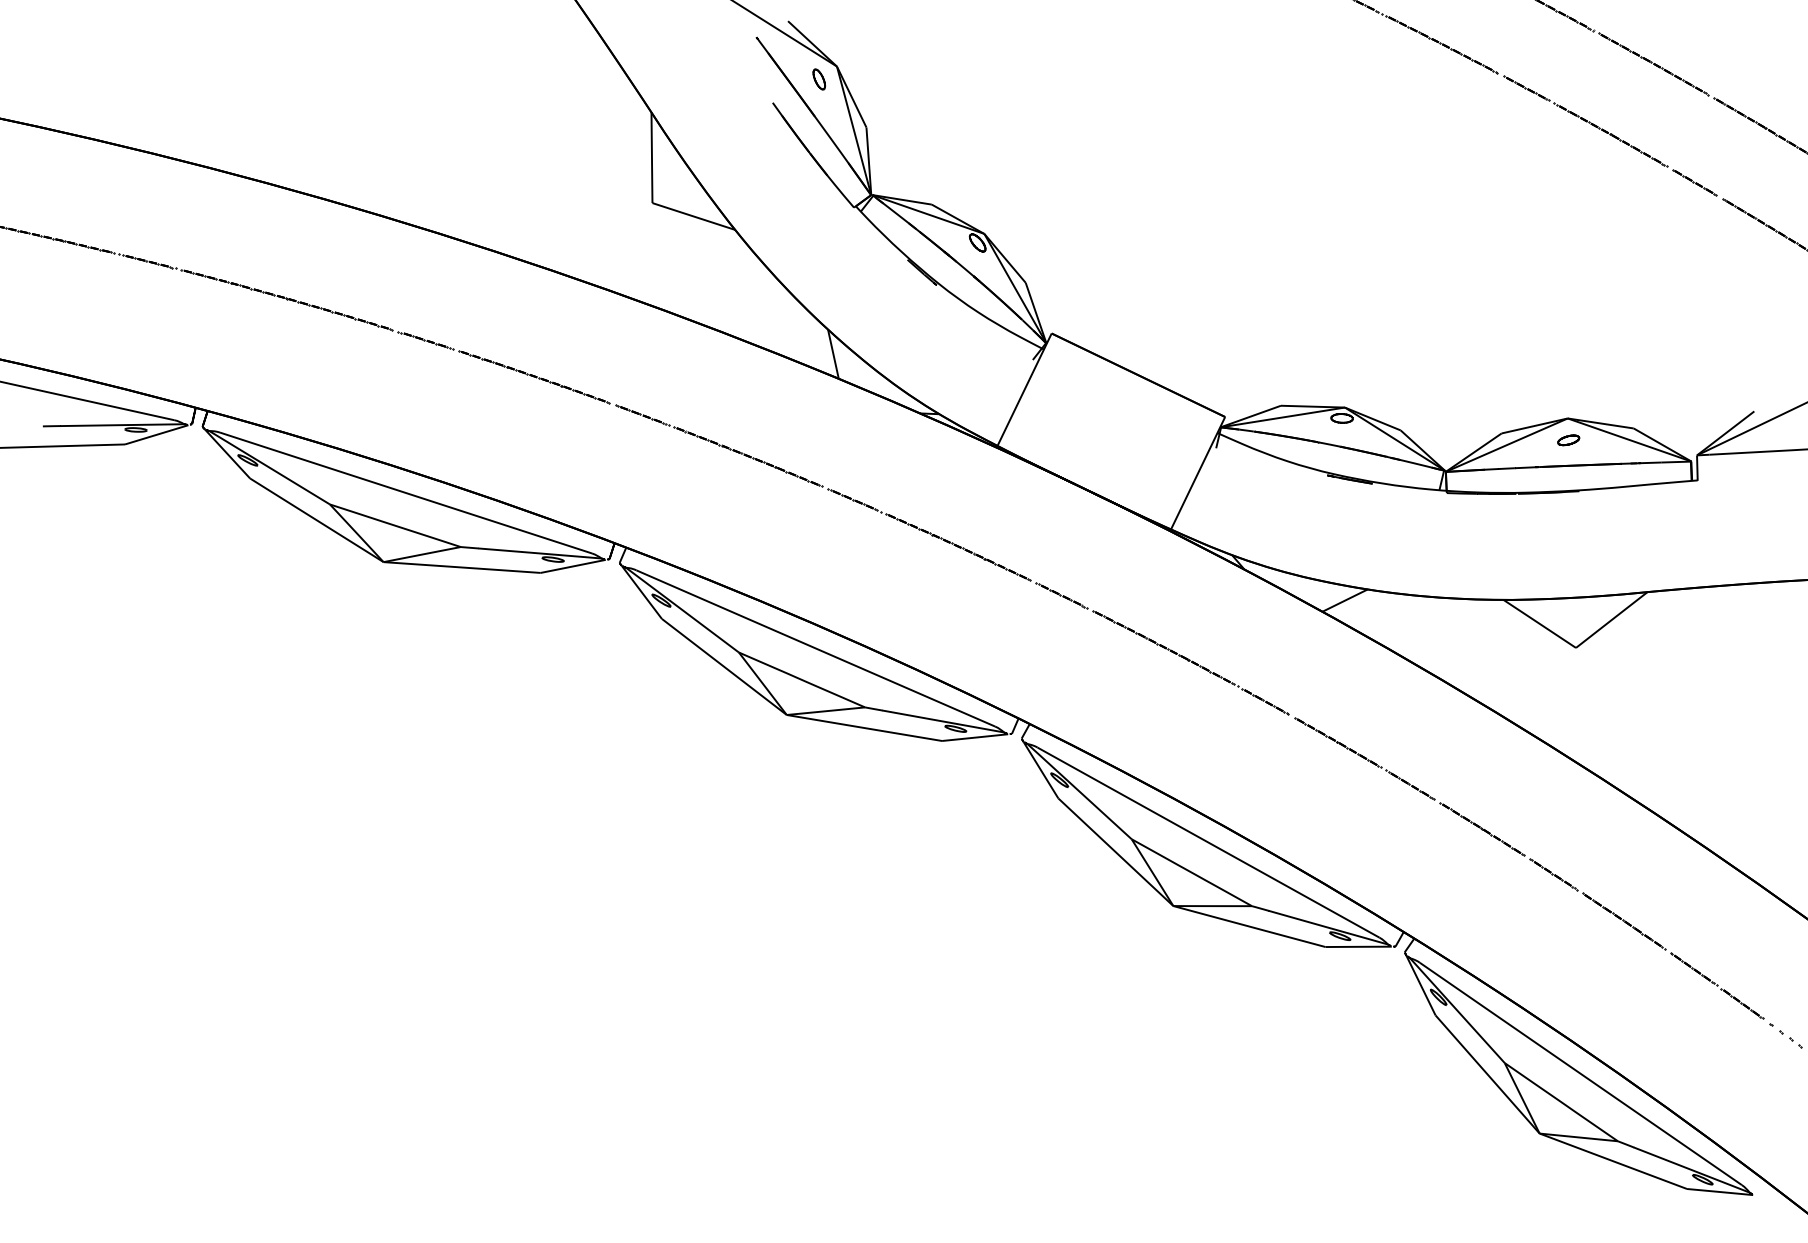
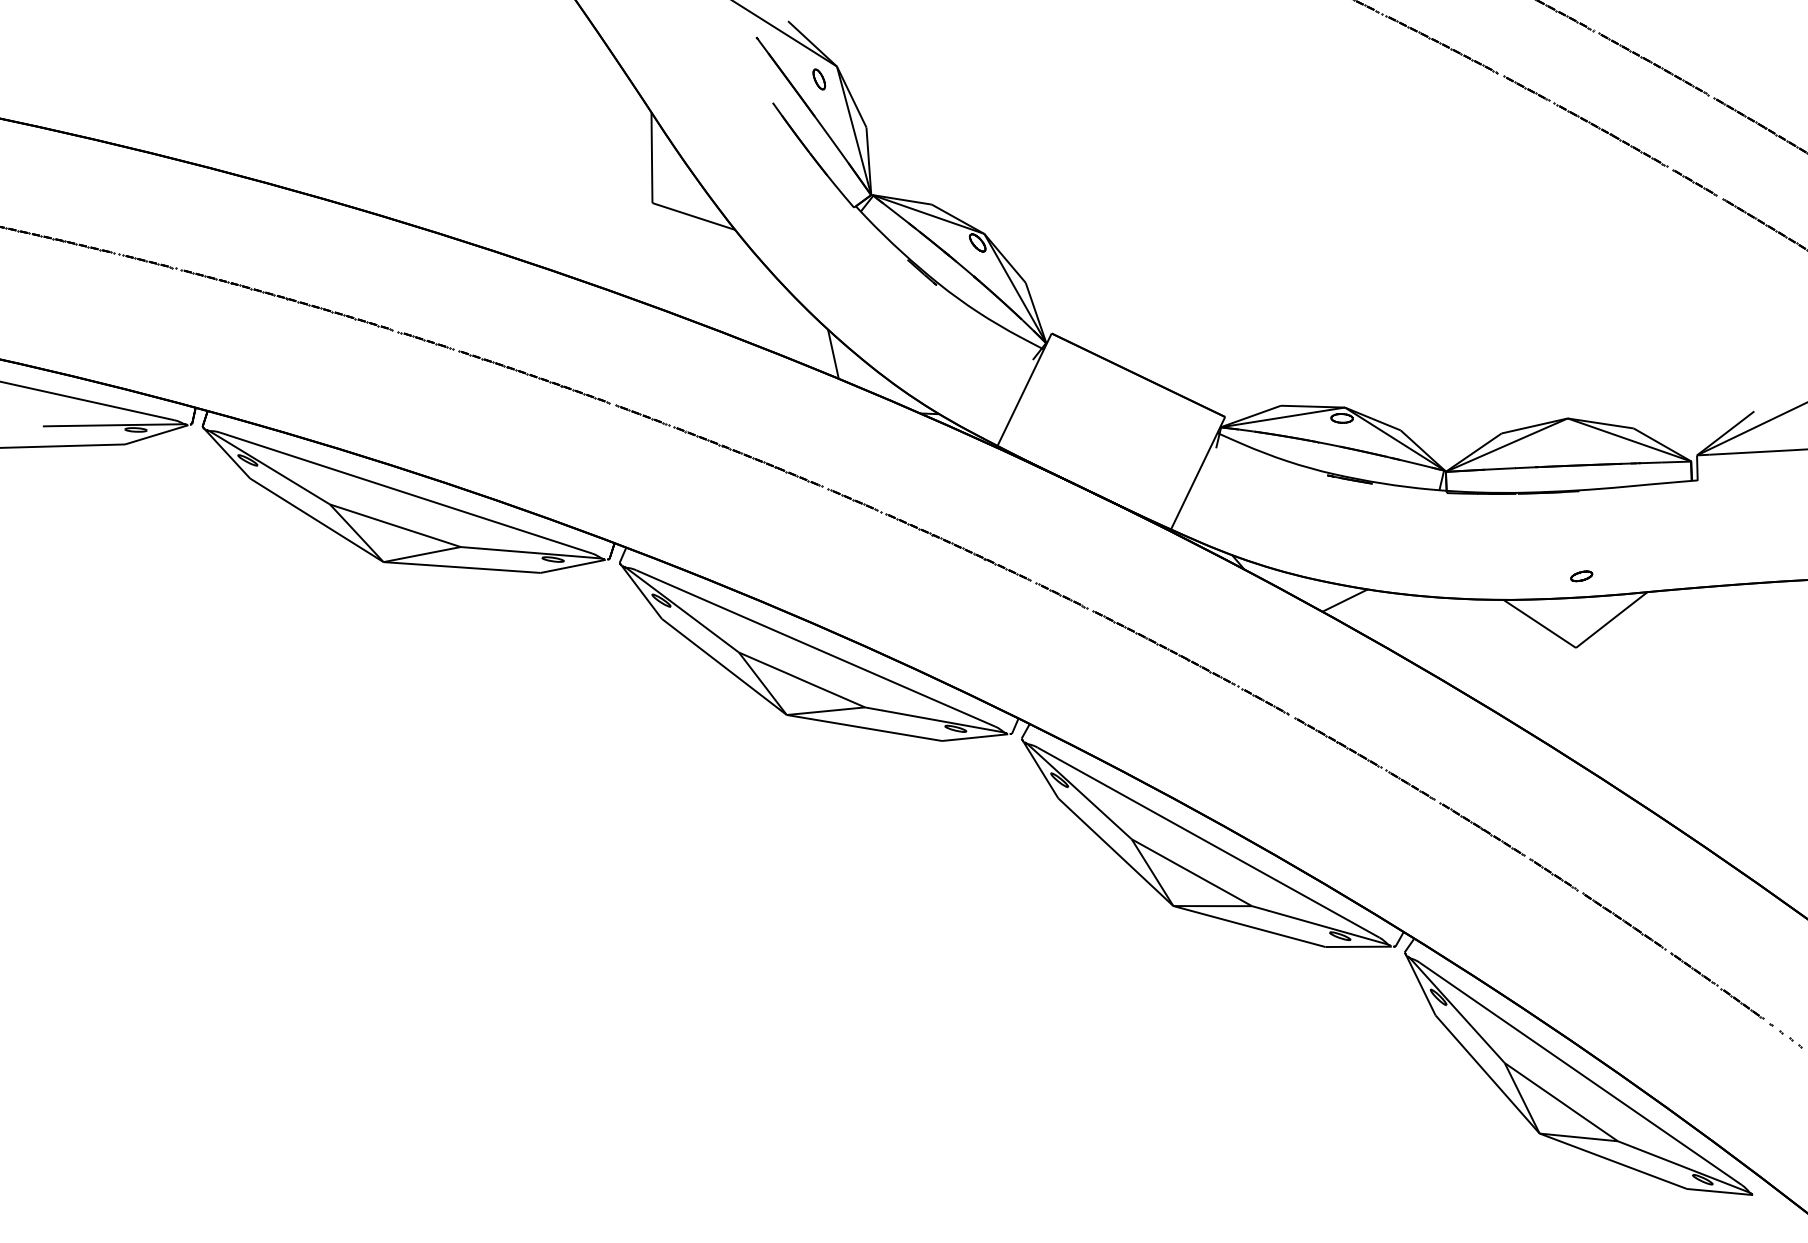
part at (1568, 440) position: (1568, 440) -> (1581, 576)
